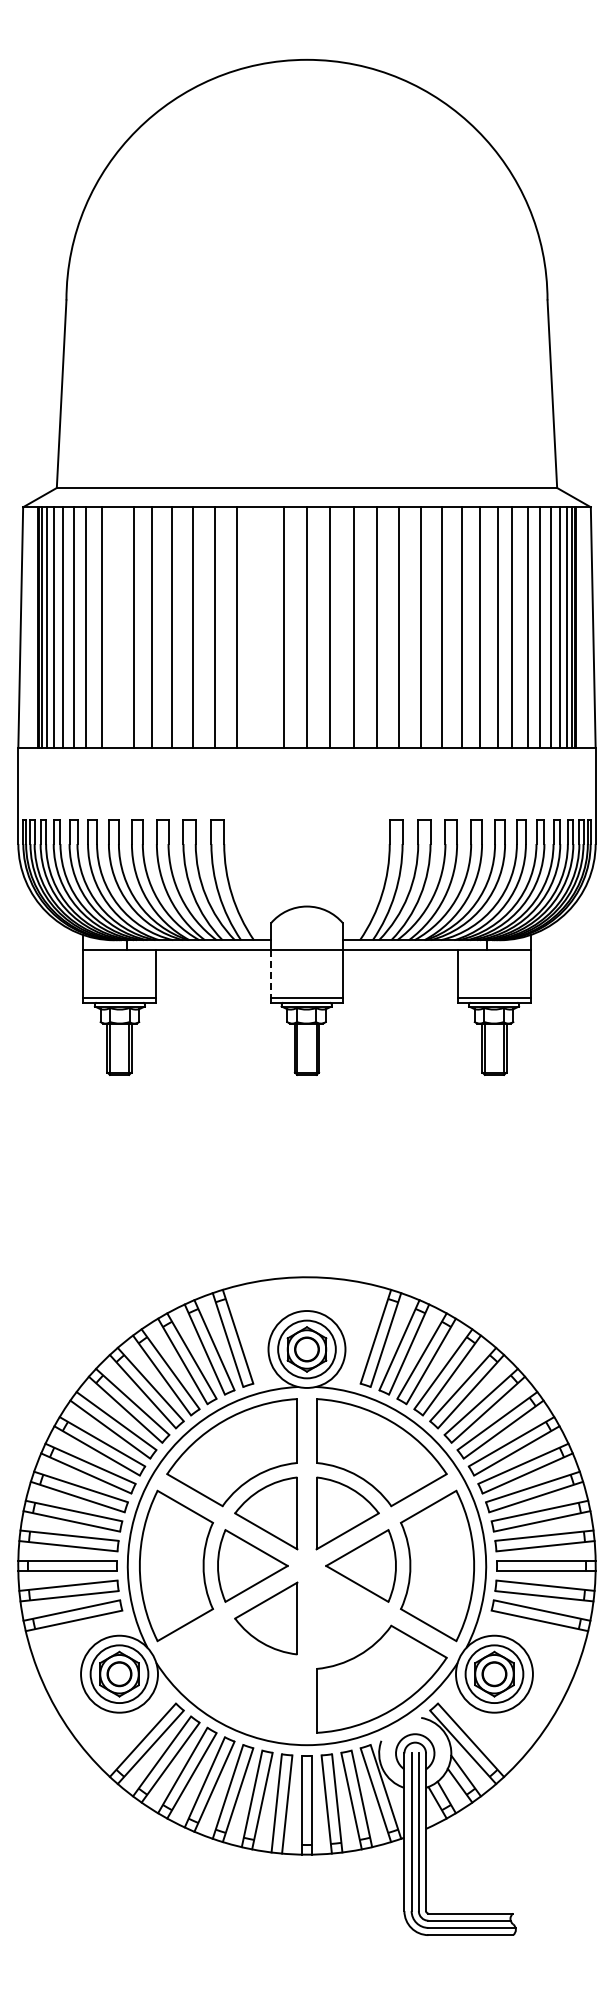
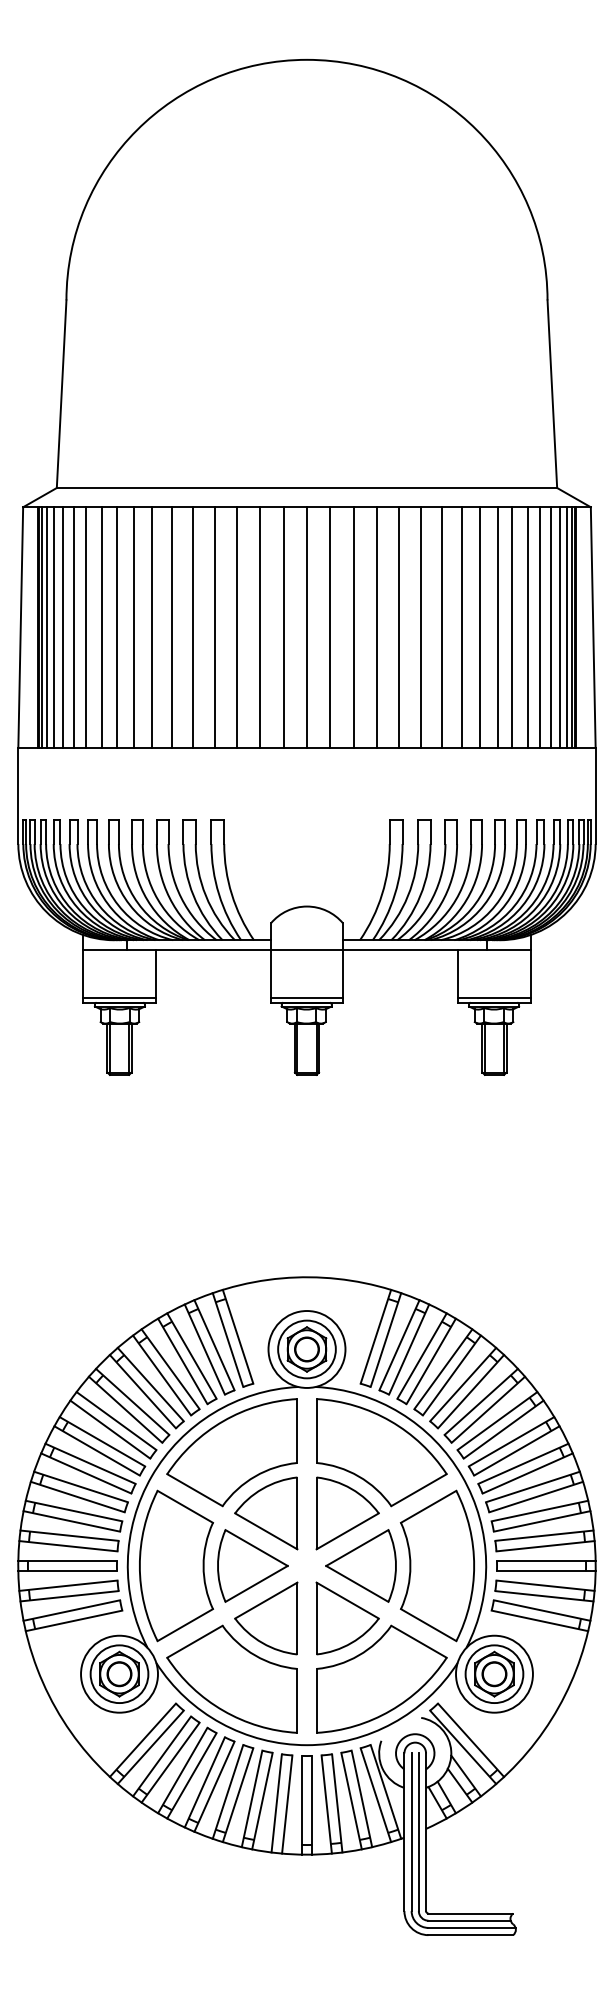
line at (116, 627): none -> present
line at (260, 627): none -> present
line at (270, 974): dashed -> solid
part at (347, 1618): none -> present
part at (231, 1678): none -> present
